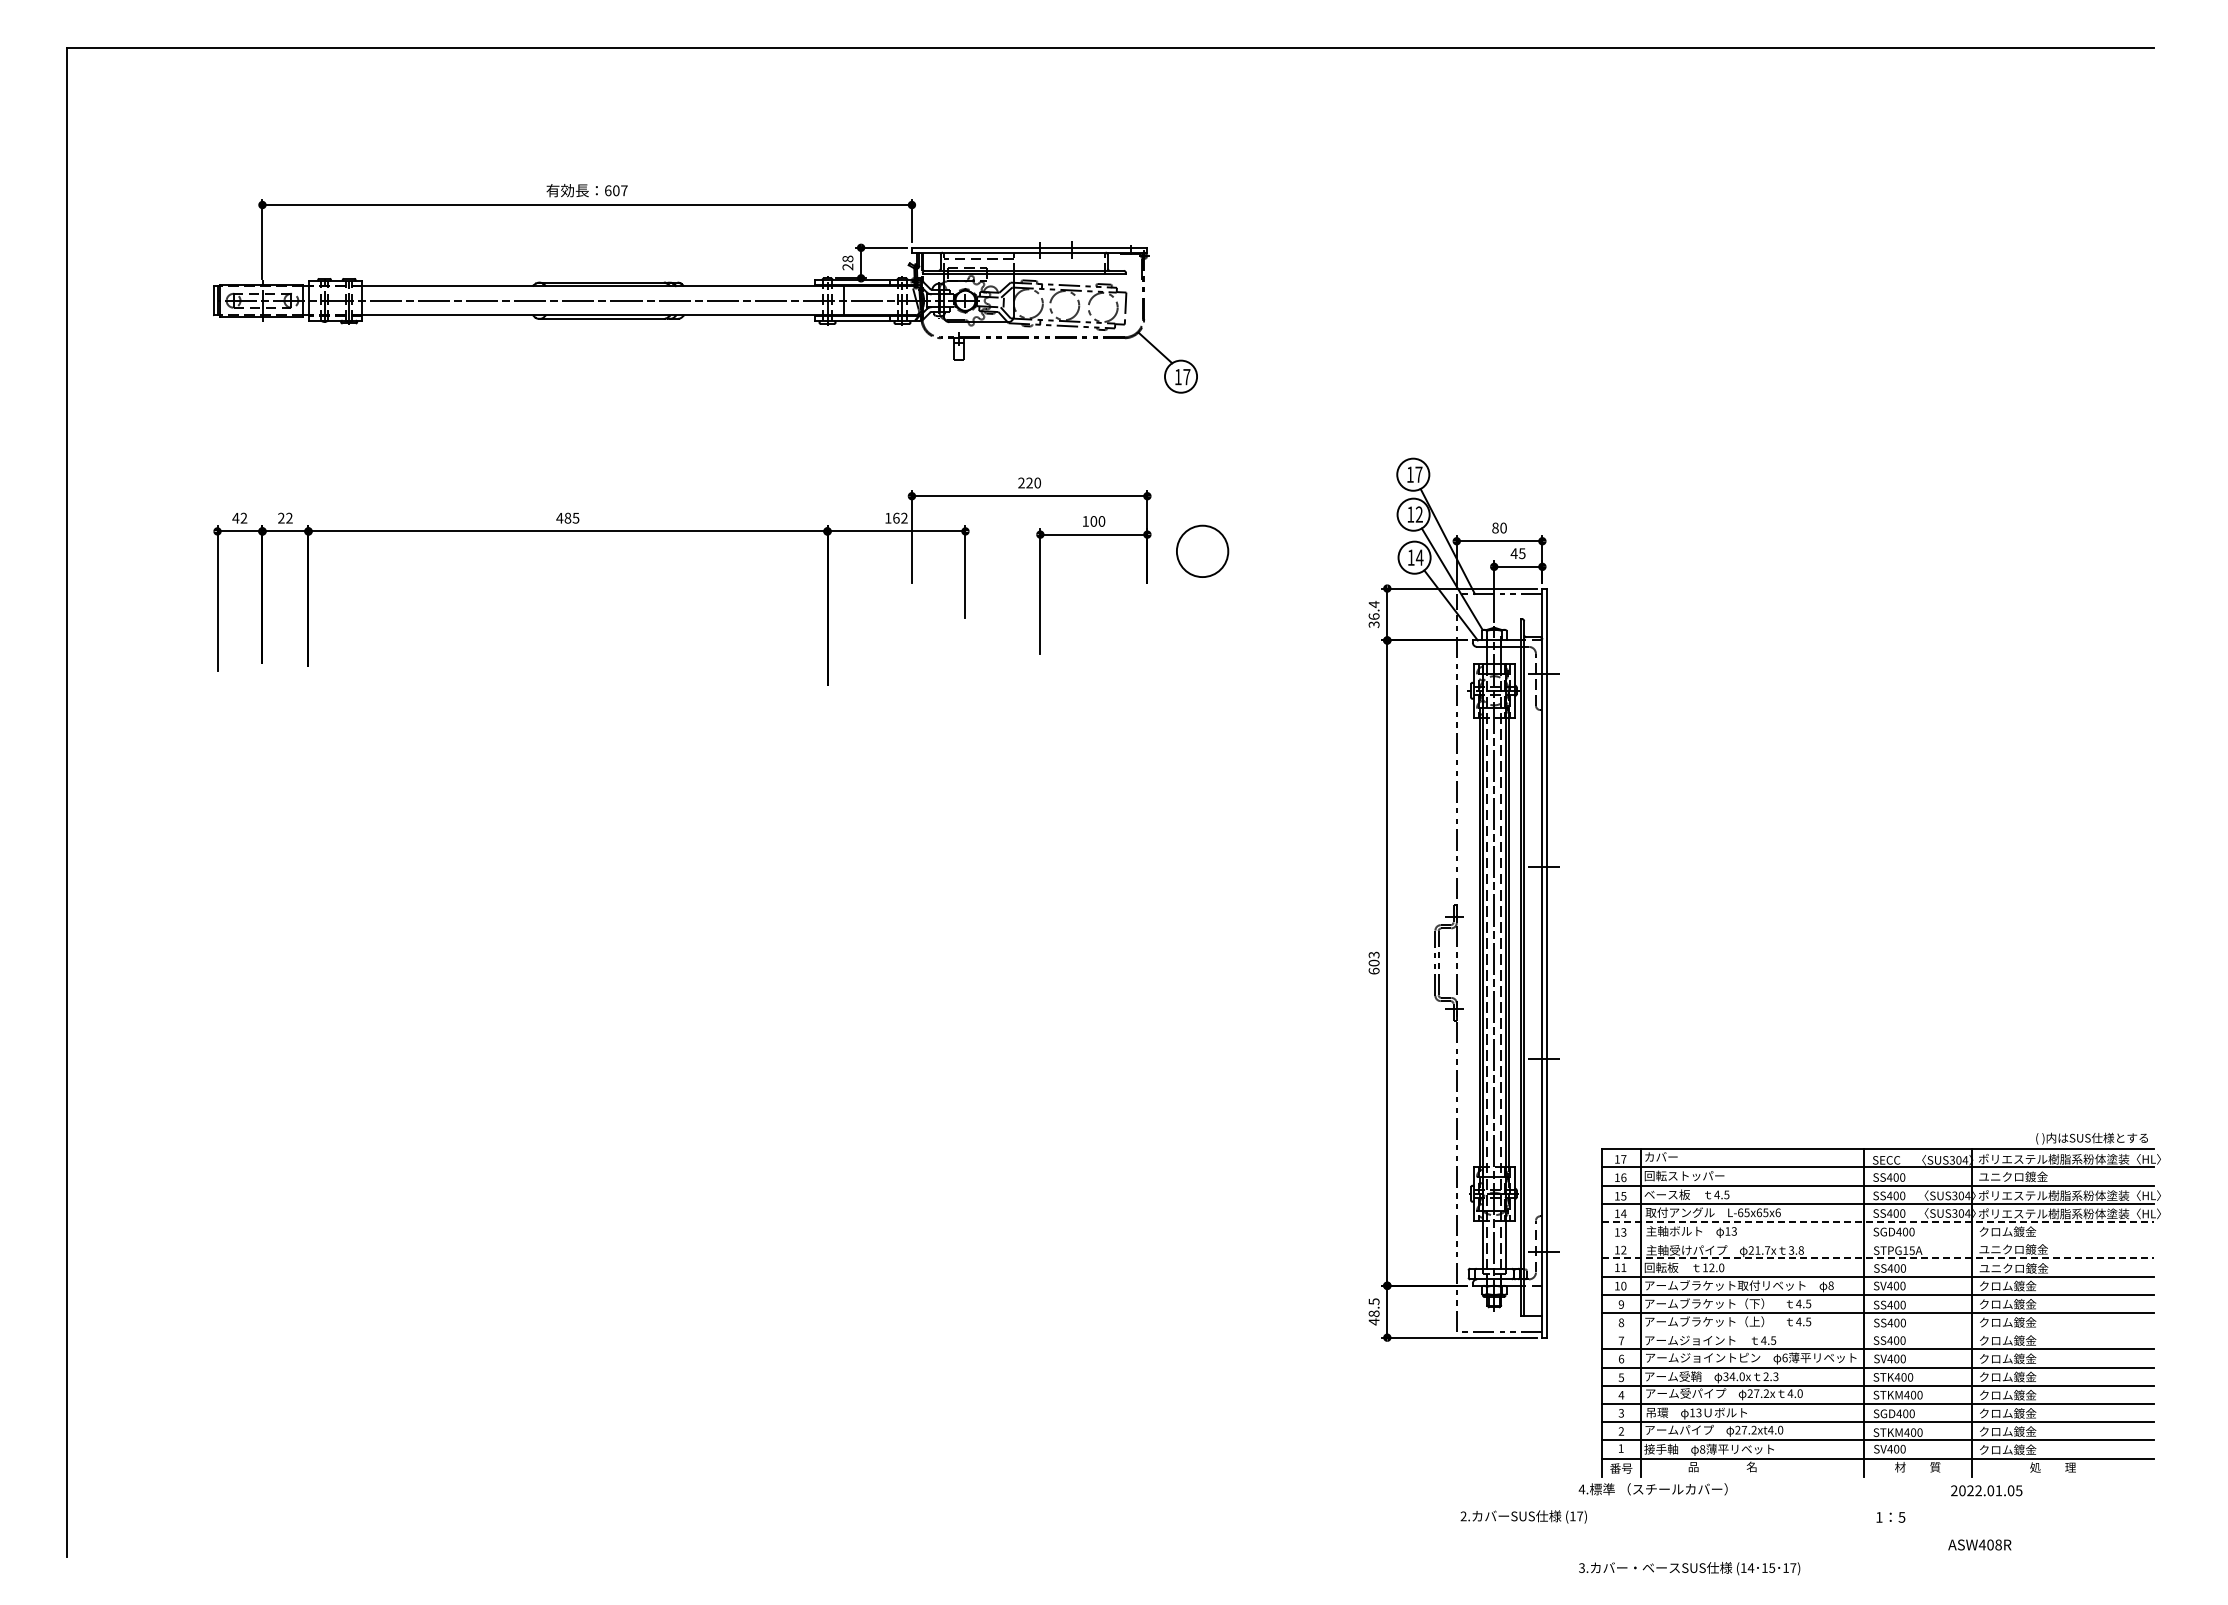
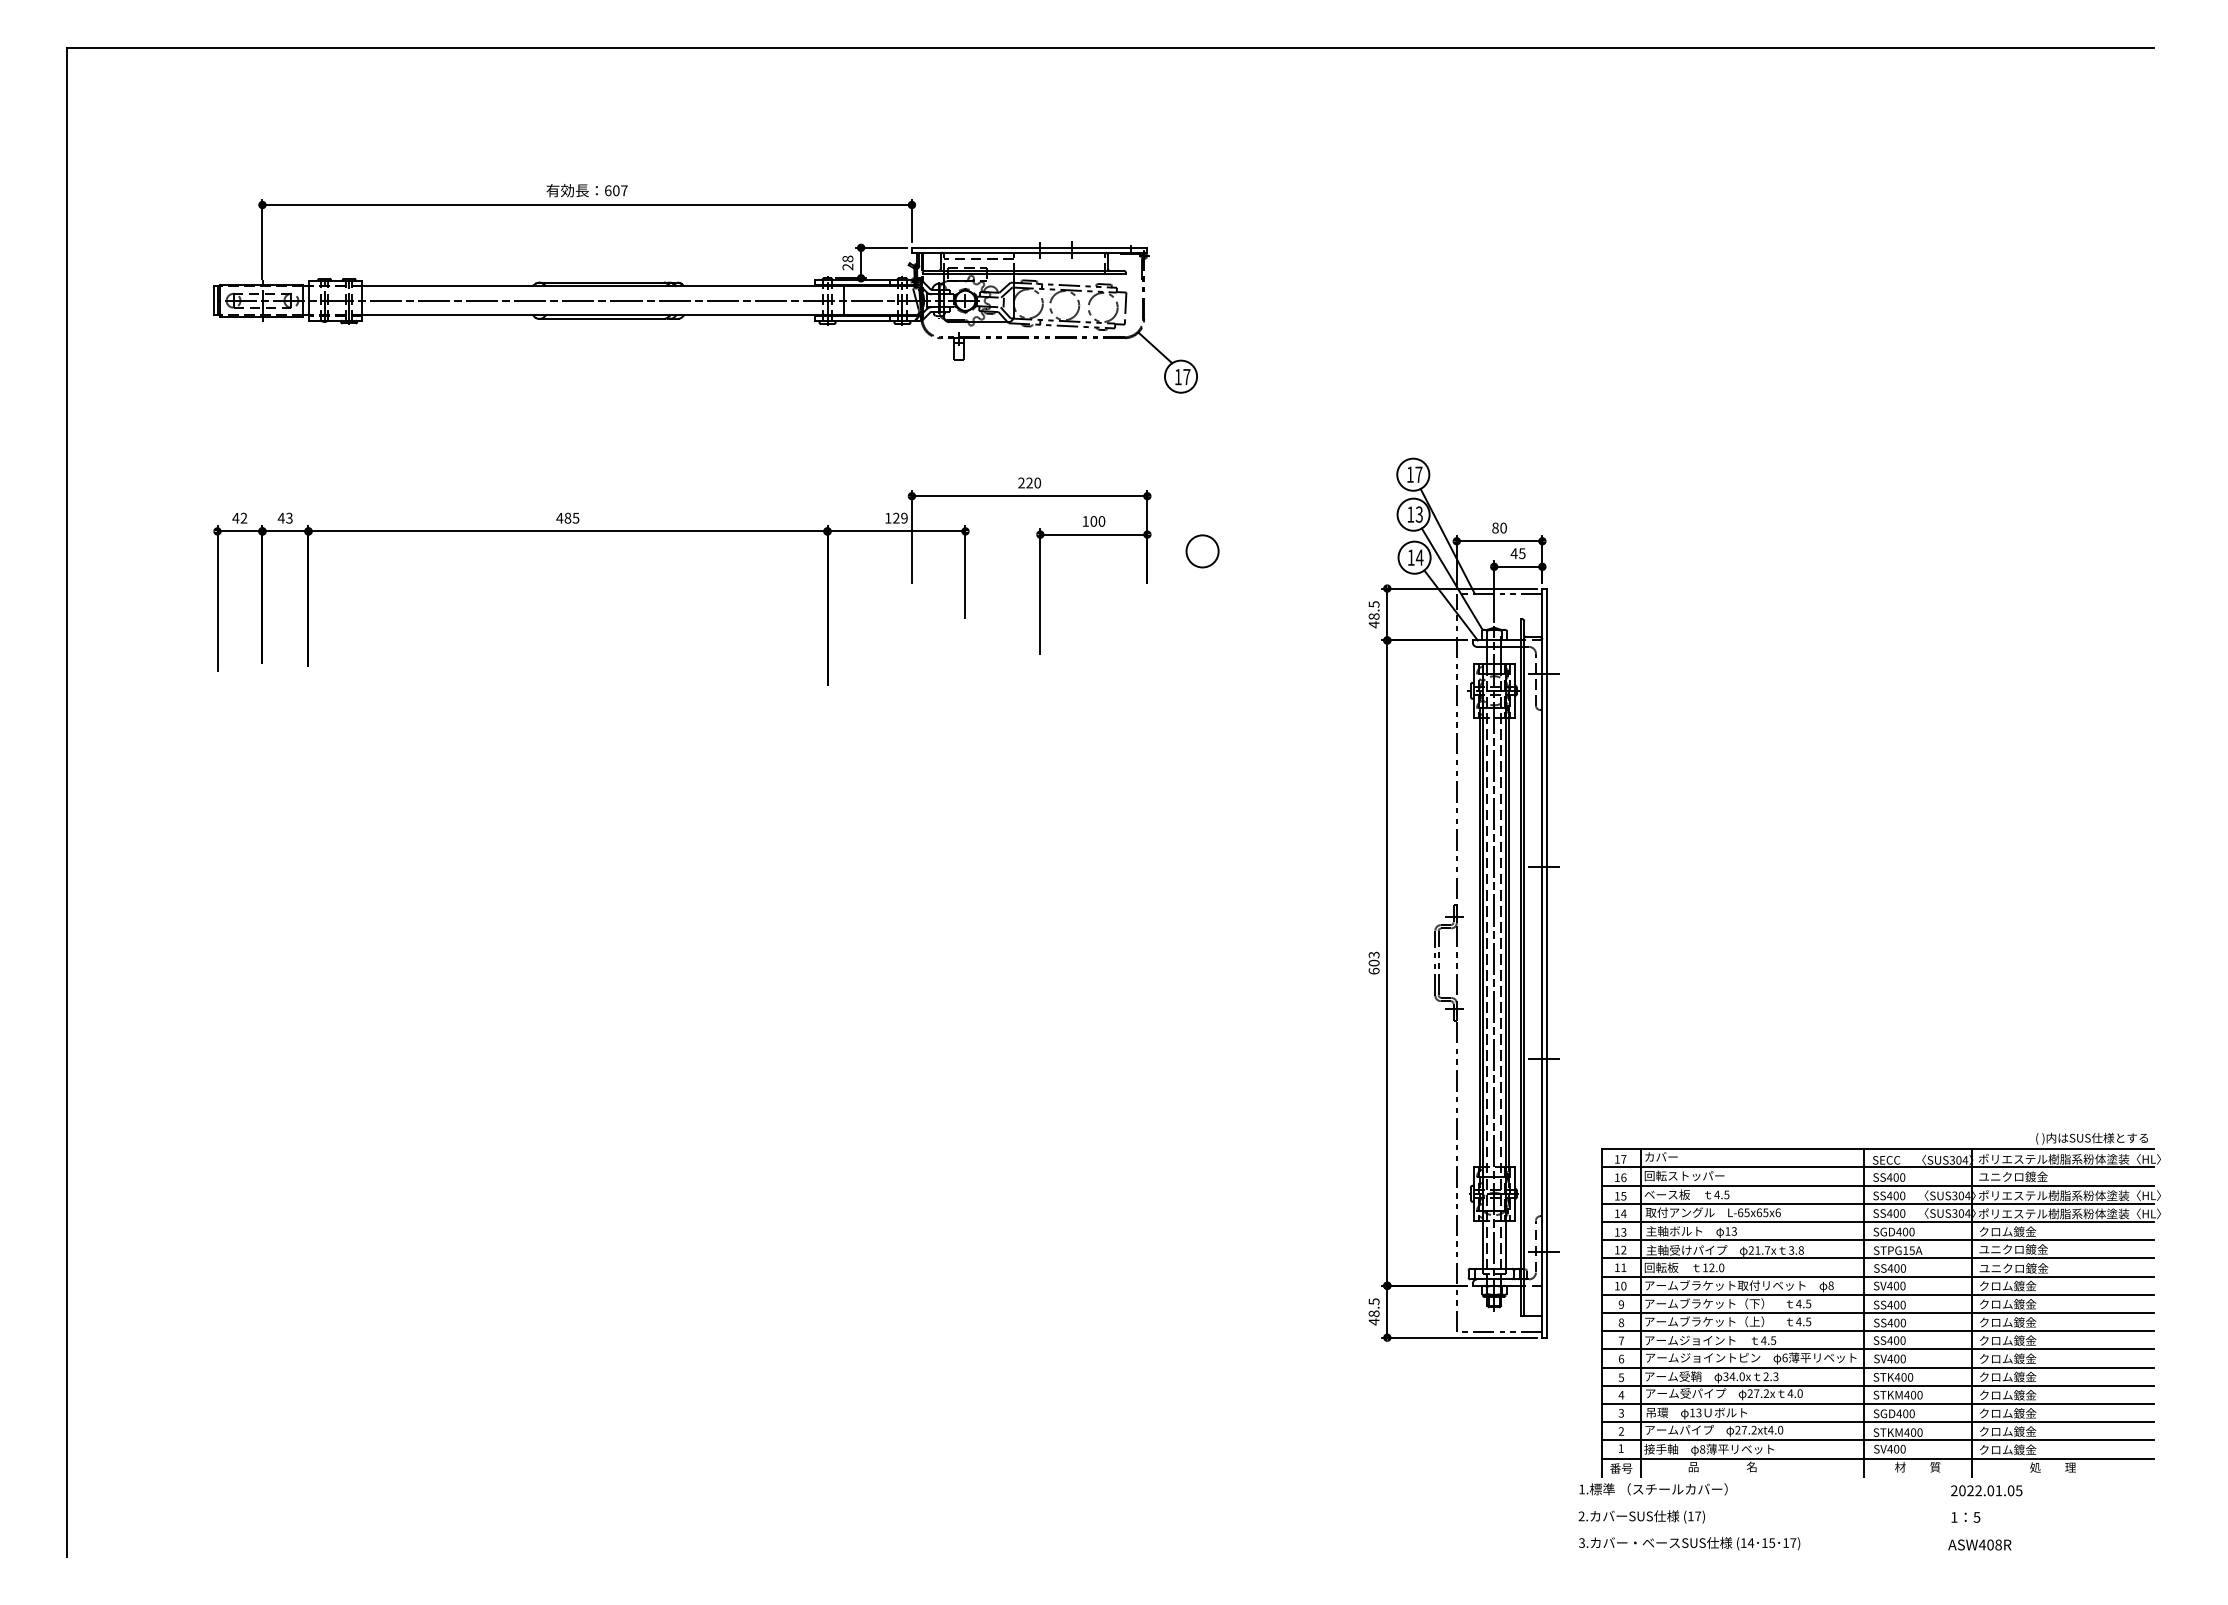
text at (1418, 514): 12 -> 13
text at (284, 517): 22 -> 43
text at (900, 517): 162 -> 129
circle at (1202, 551) diameter: 51 px -> 32 px
text at (1373, 614): 36.4 -> 48.5
line at (1878, 1222): dashed -> solid
line at (1877, 1240): none -> present
line at (1878, 1258): dashed -> solid
line at (1877, 1331): none -> present
text at (1581, 1489): 4. -> 1.
text at (1523, 1516) position: (1523, 1516) -> (1641, 1516)
text at (1890, 1517) position: (1890, 1517) -> (1965, 1517)
text at (1689, 1568) position: (1689, 1568) -> (1689, 1543)
